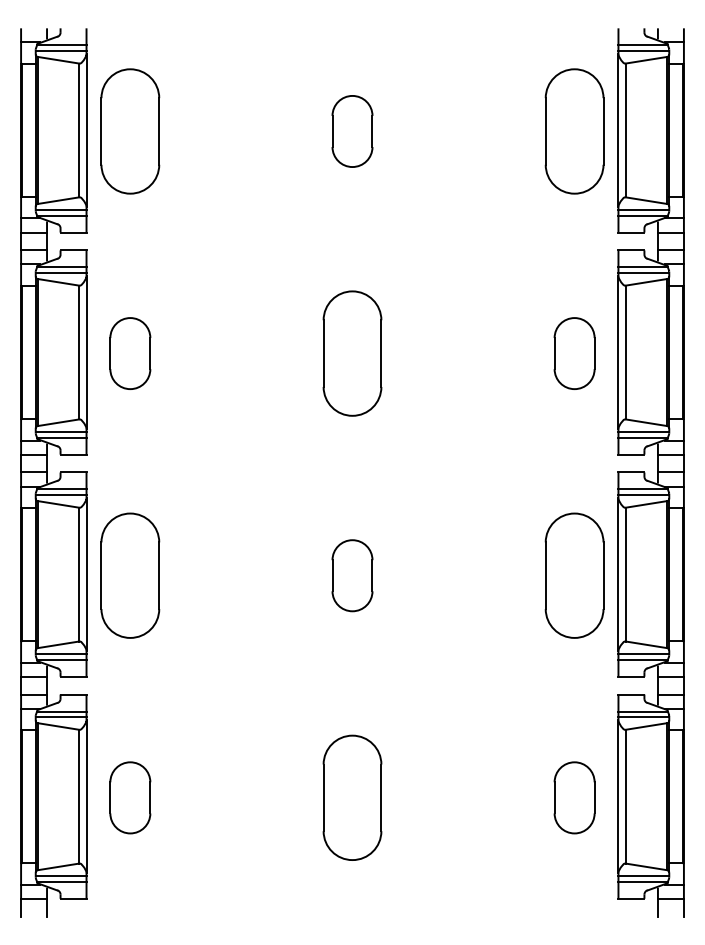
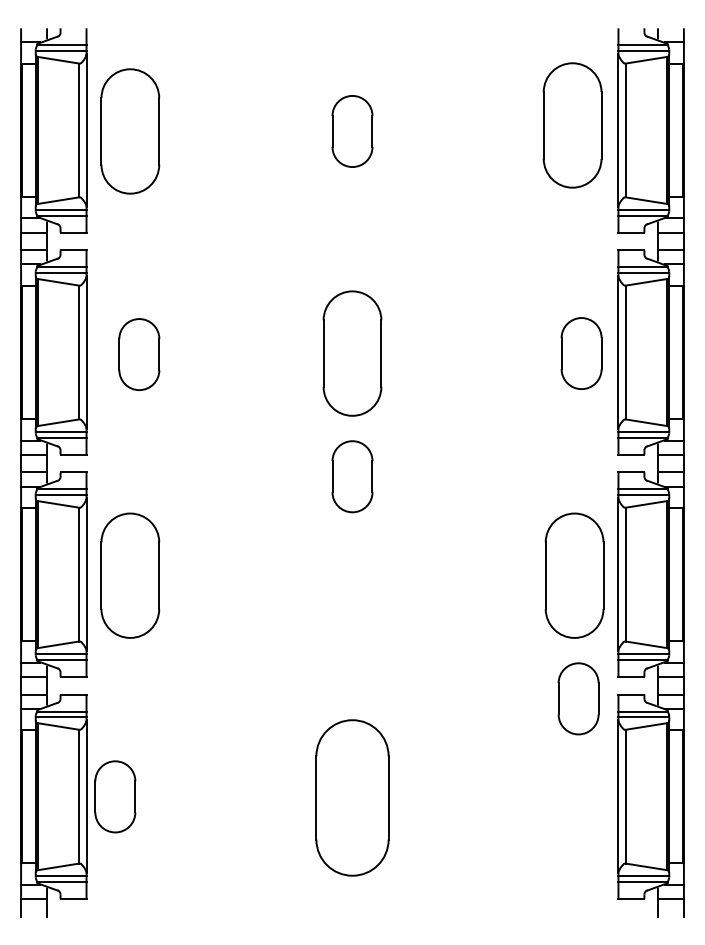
part at (574, 131) position: (574, 131) -> (572, 125)
part at (130, 353) position: (130, 353) -> (139, 354)
part at (574, 353) position: (574, 353) -> (581, 353)
part at (352, 575) position: (352, 575) -> (352, 476)
part at (130, 797) position: (130, 797) -> (115, 796)
part at (352, 797) size: 61x127 px -> 75x158 px
part at (574, 797) position: (574, 797) -> (578, 698)
